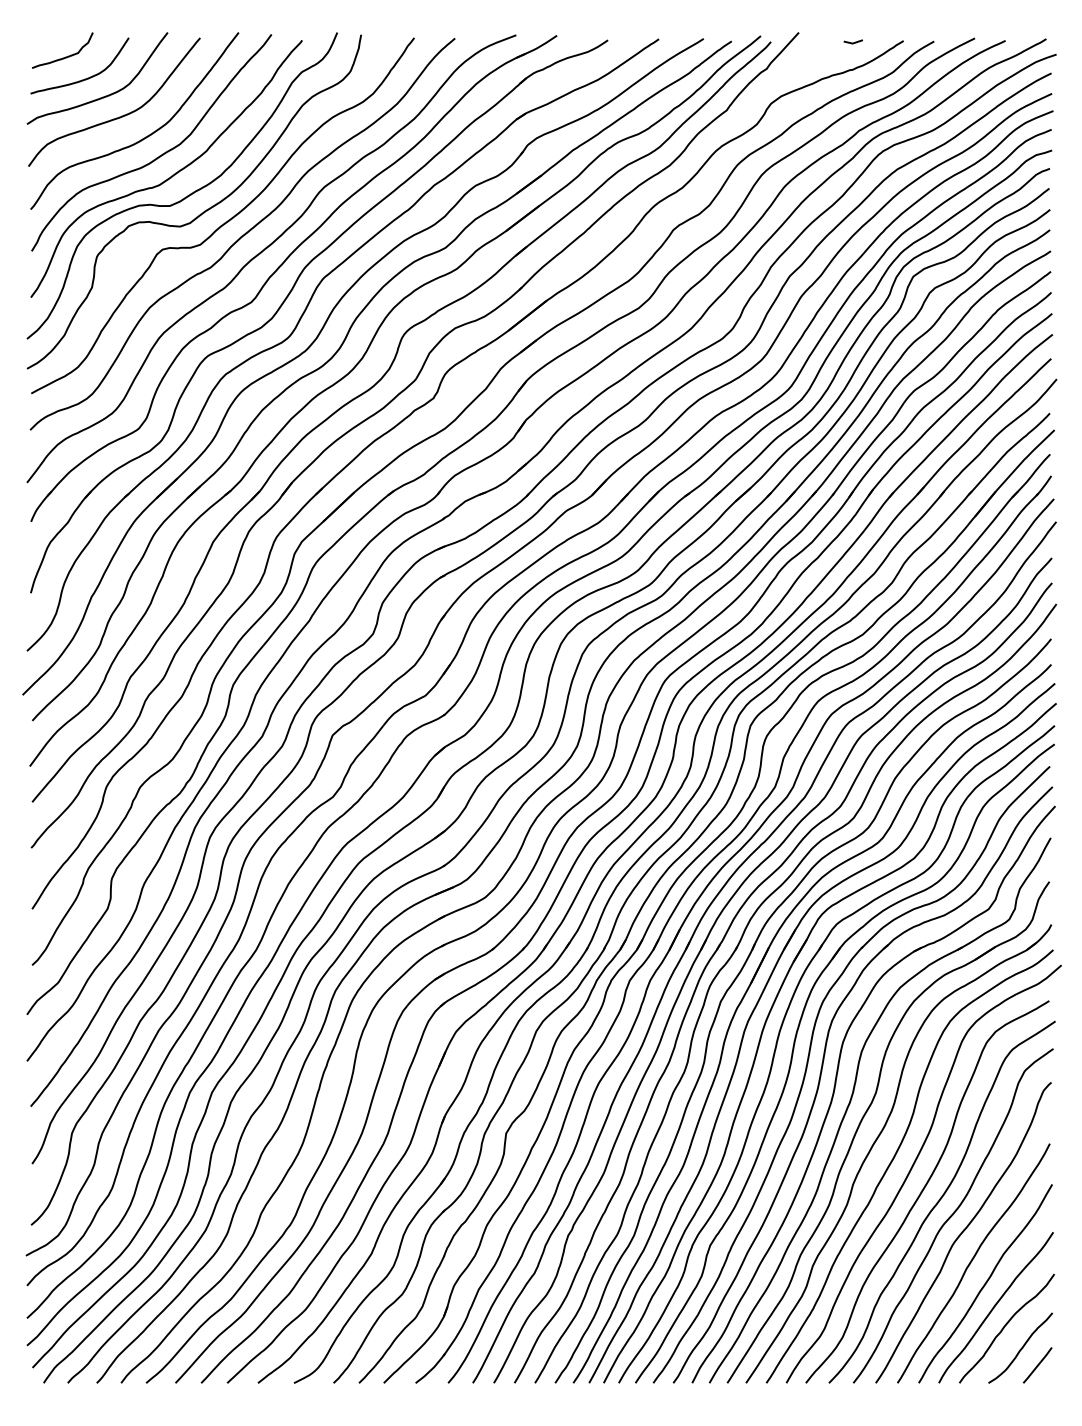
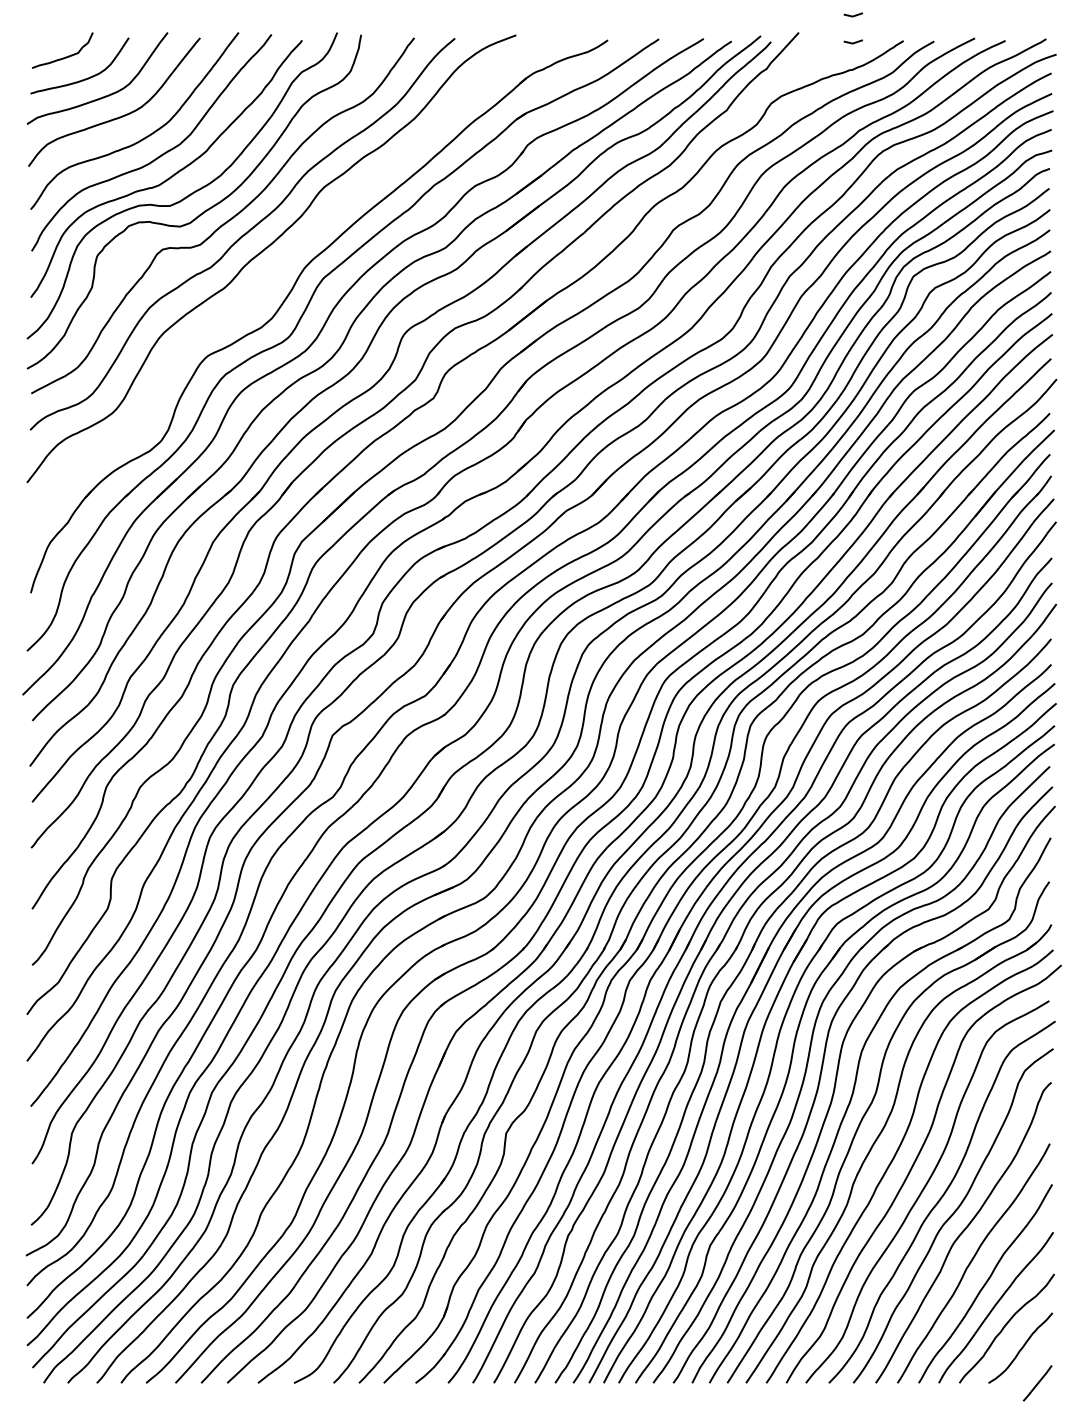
line at (852, 15): none -> present
part at (281, 266): present -> none
line at (1037, 1365) position: (1037, 1365) -> (1037, 1383)
